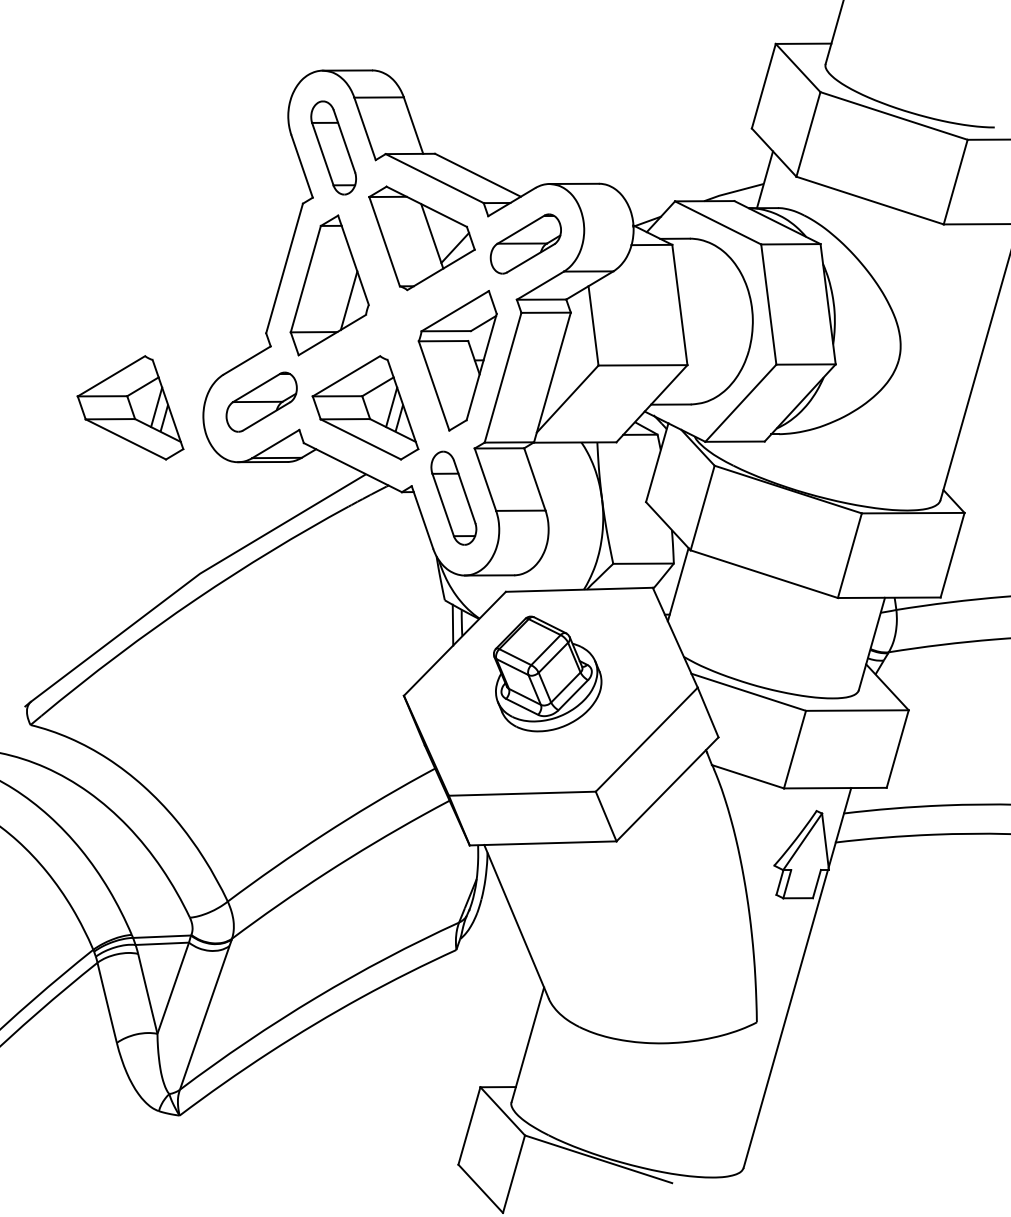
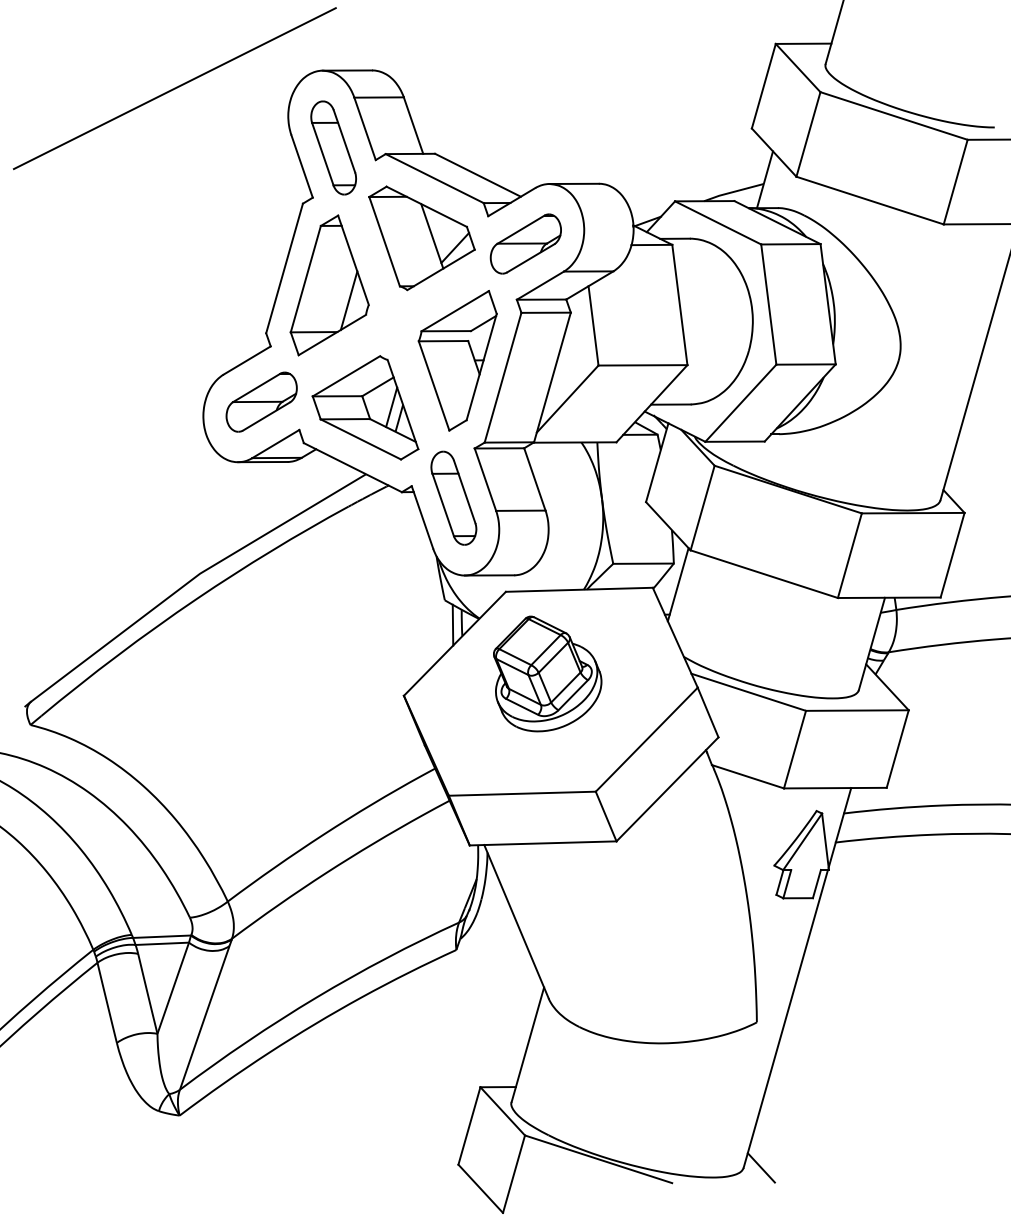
line at (174, 88): none -> present
part at (130, 407): present -> none
line at (760, 1167): none -> present
